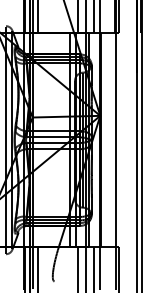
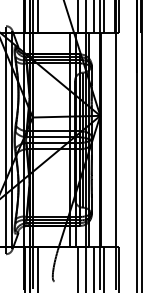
line at (104, 17): none -> present
line at (104, 268): none -> present
